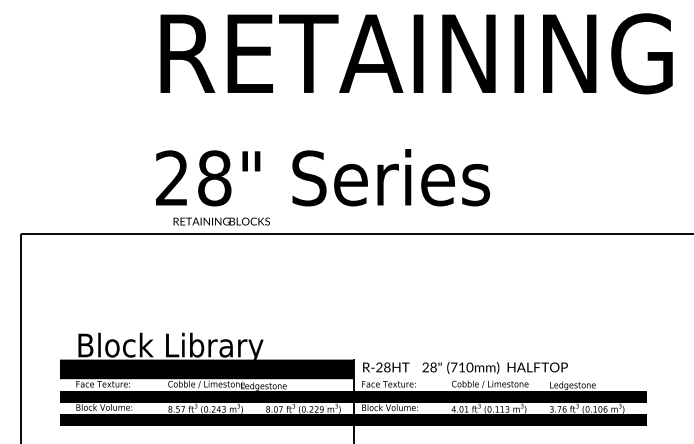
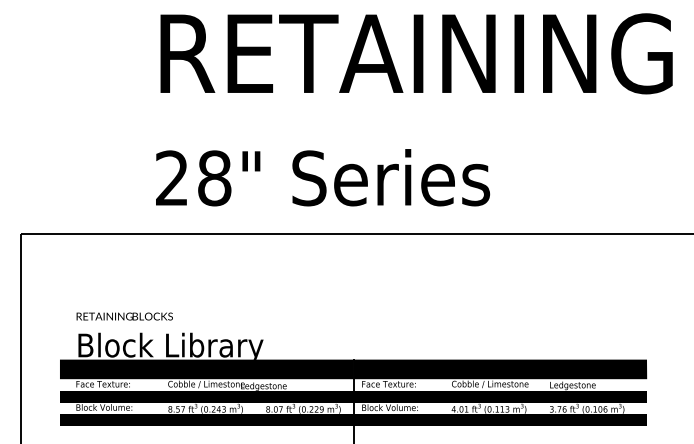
text at (221, 221) position: (221, 221) -> (124, 316)
fill at (500, 369): none -> present
